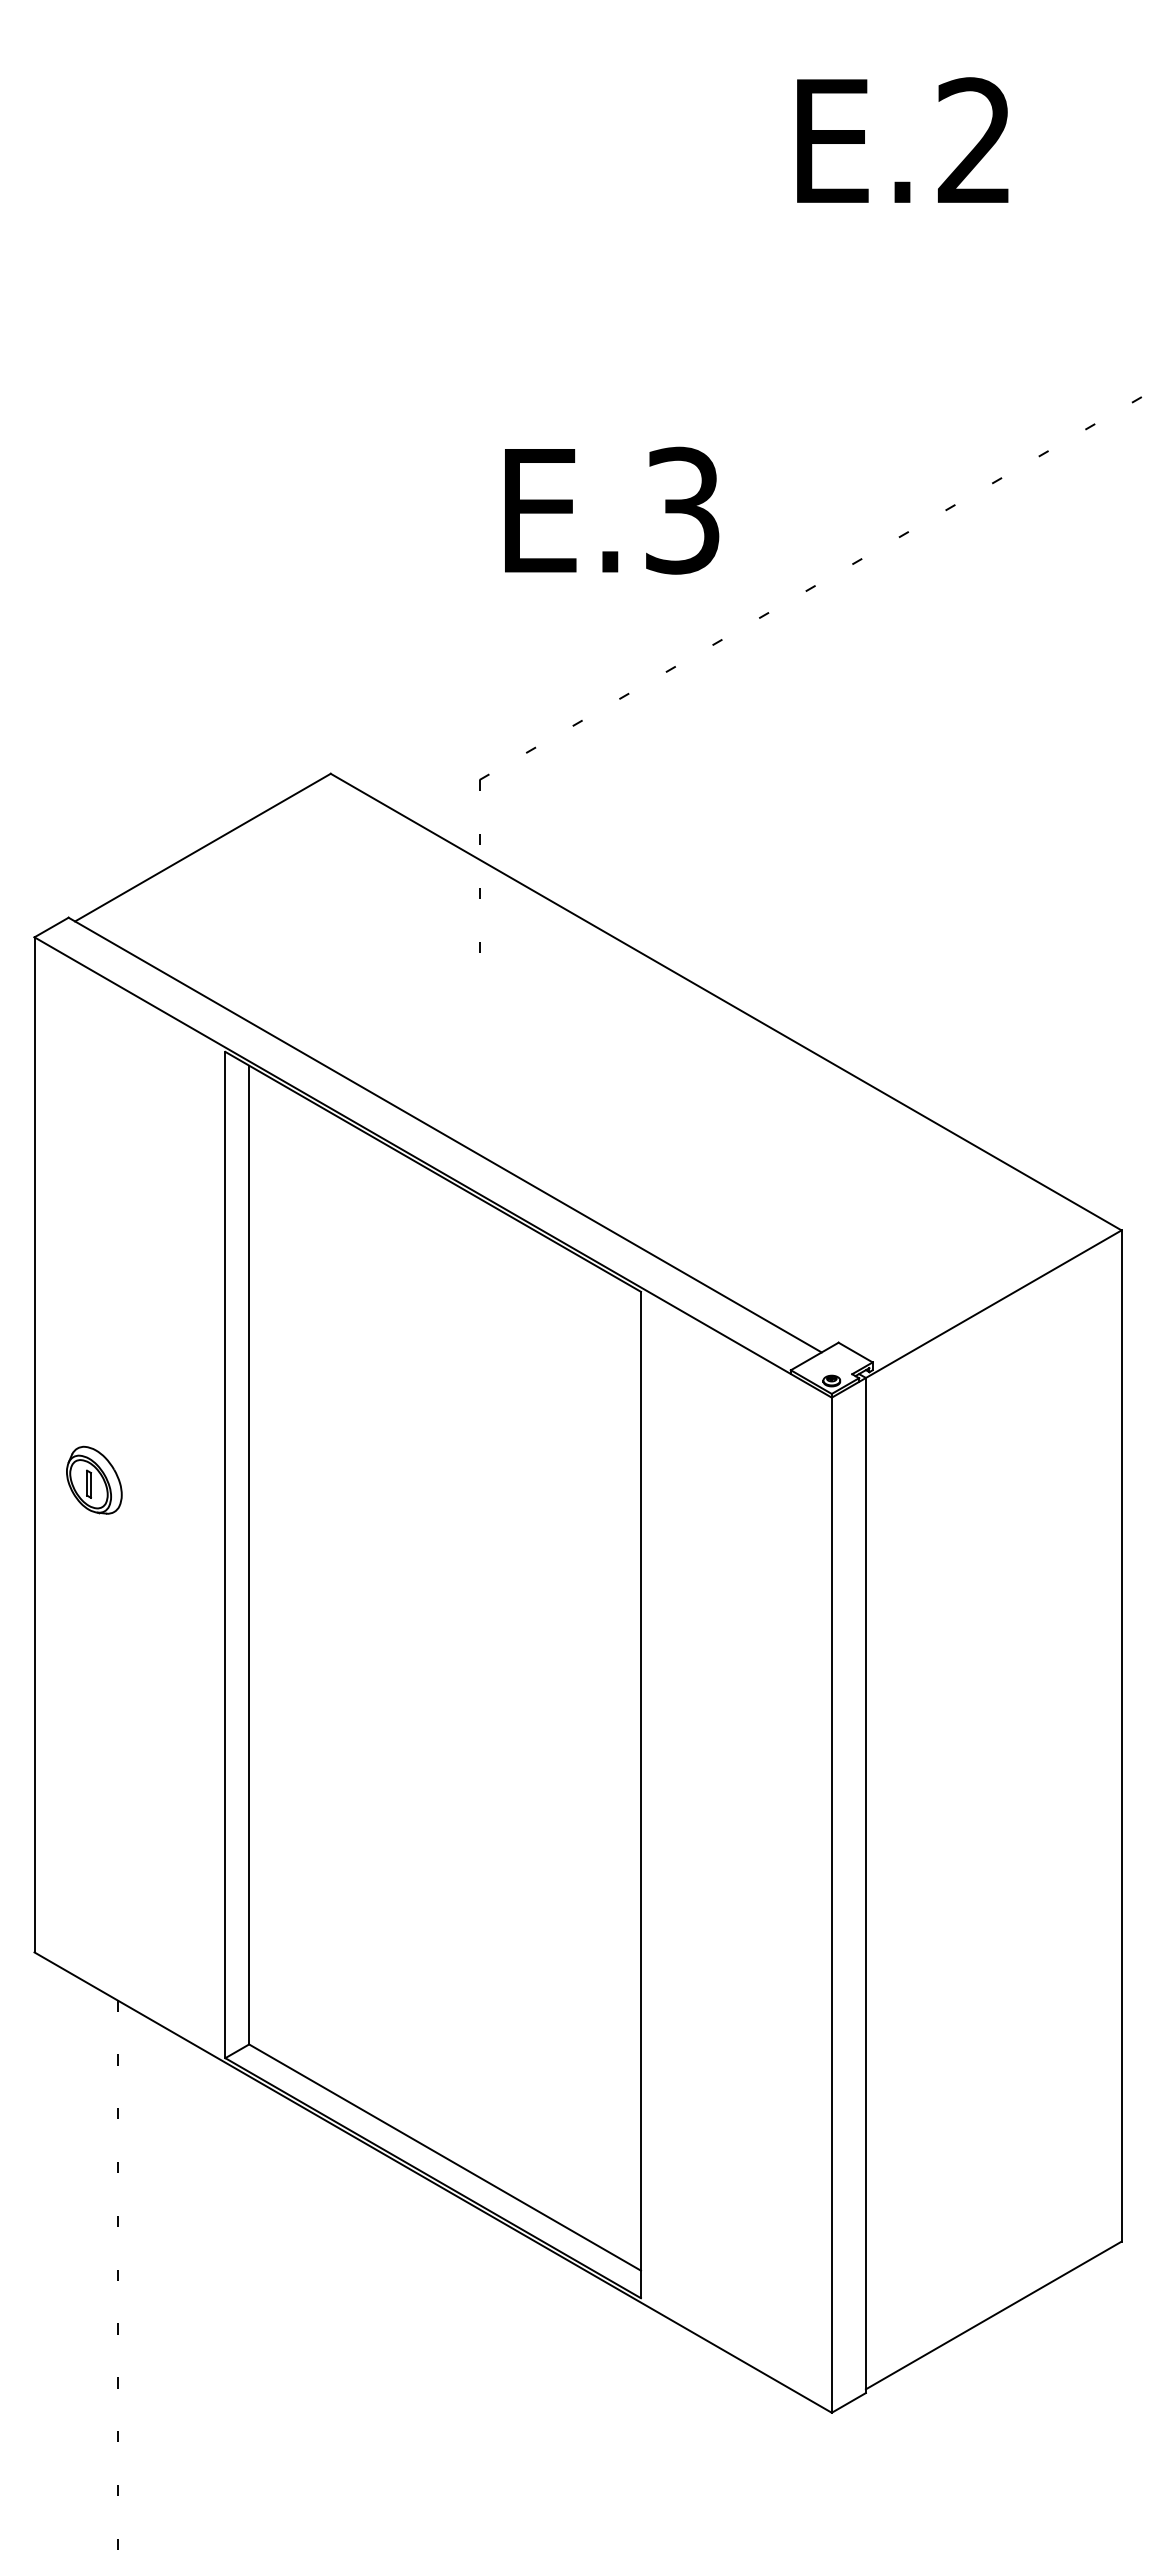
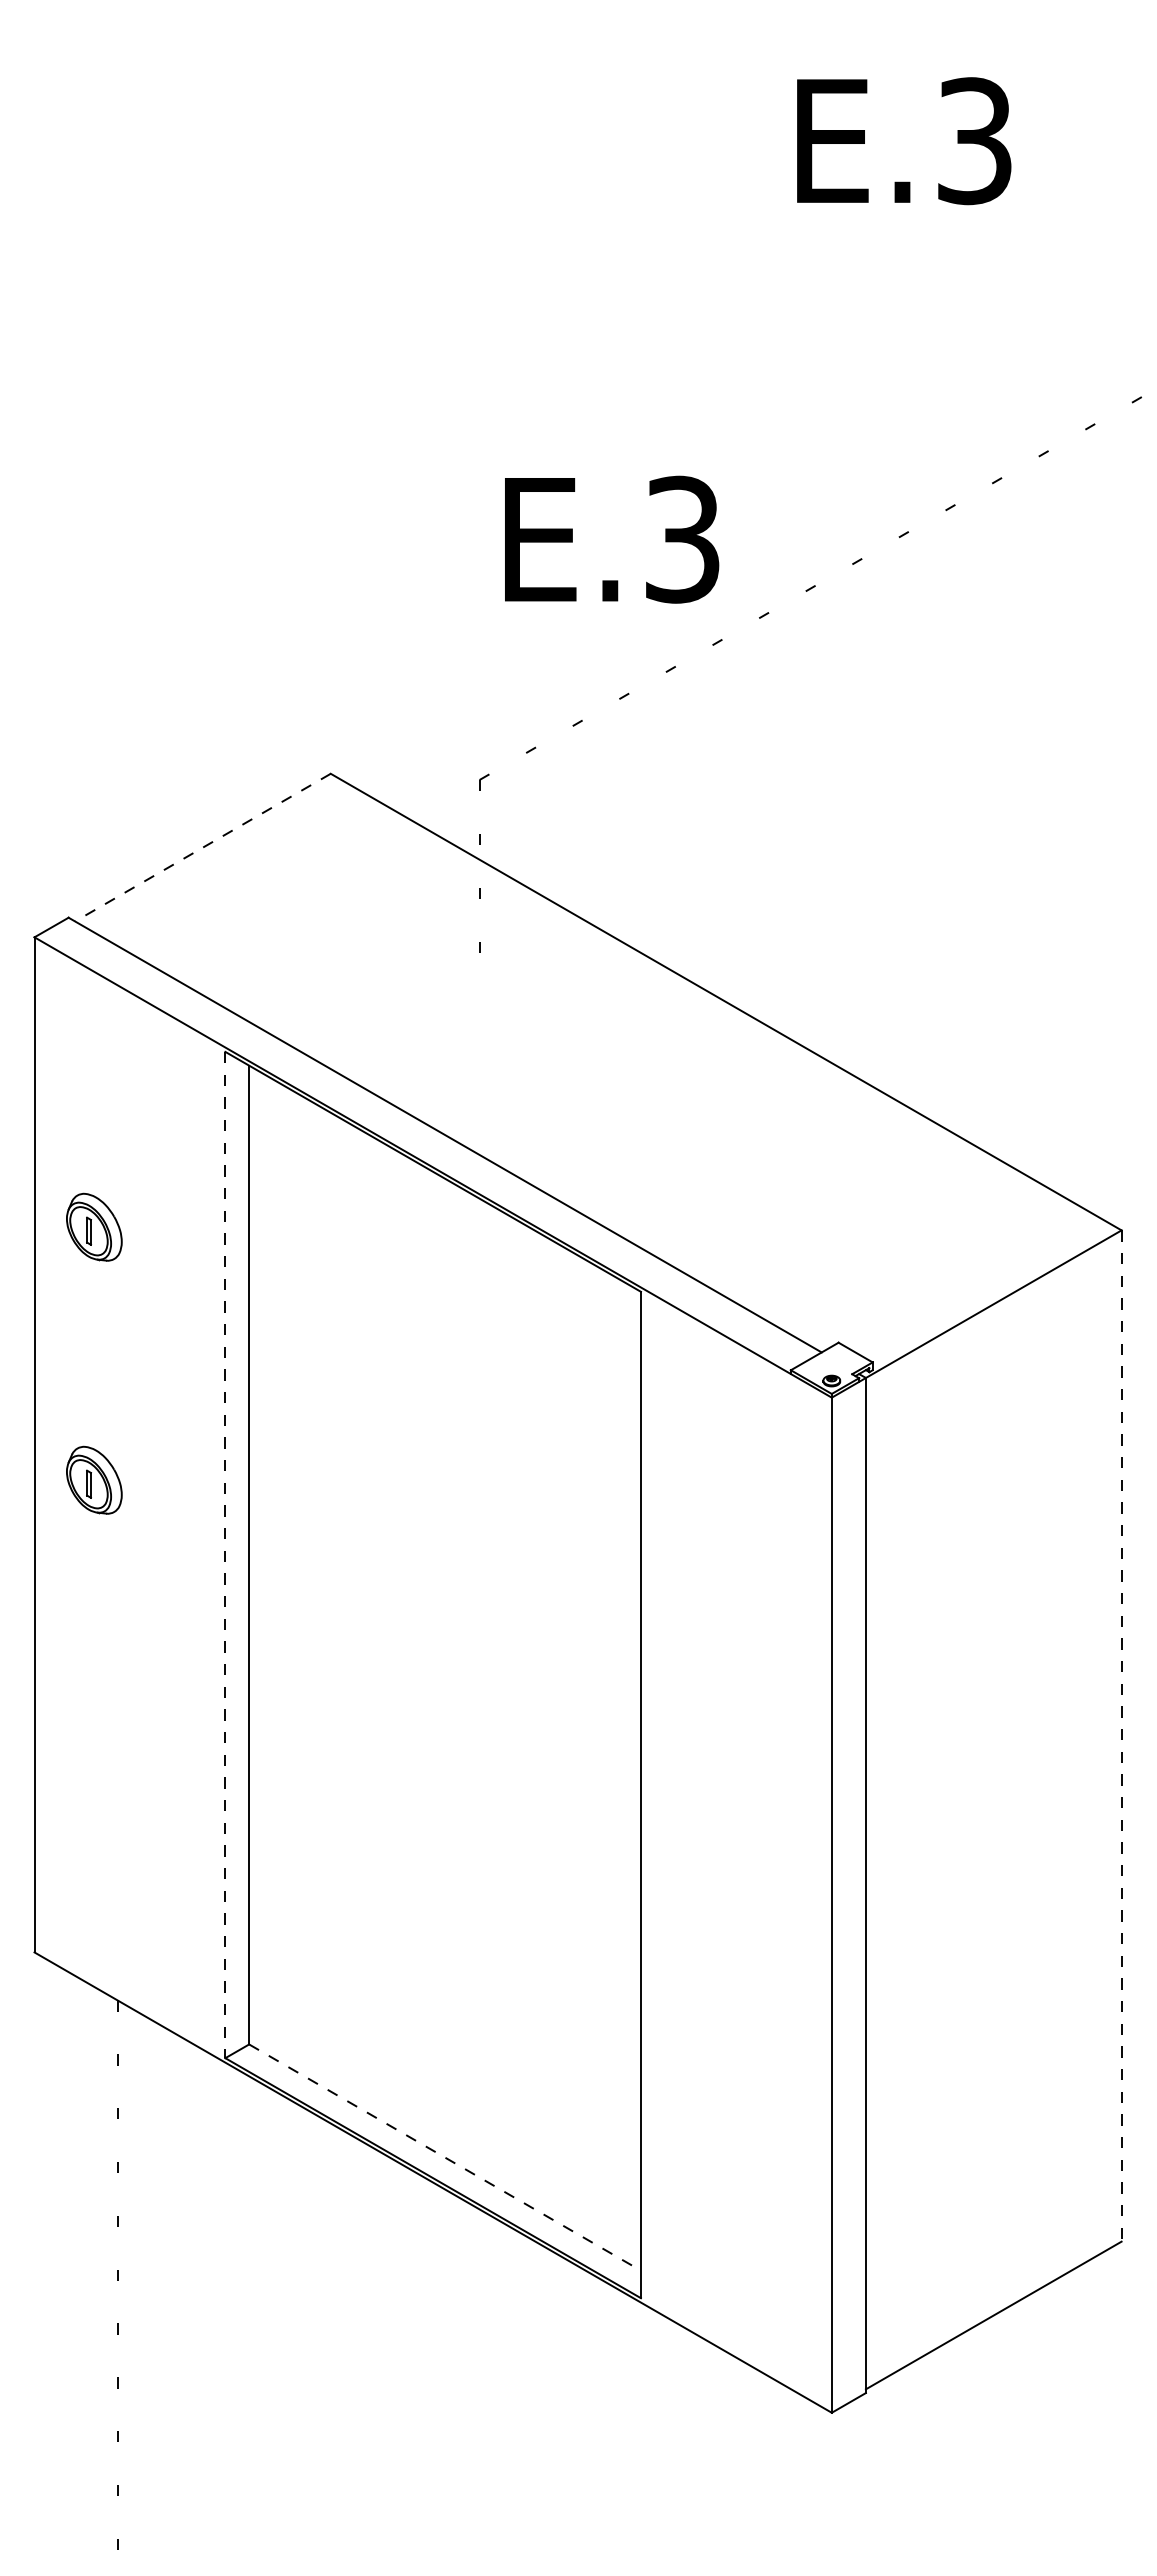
text at (974, 141): E.2 -> E.3
text at (612, 510) position: (612, 510) -> (612, 539)
line at (202, 847): solid -> dashed
part at (94, 1226): none -> present
line at (225, 1555): solid -> dashed
line at (1121, 1736): solid -> dashed
line at (445, 2157): solid -> dashed
